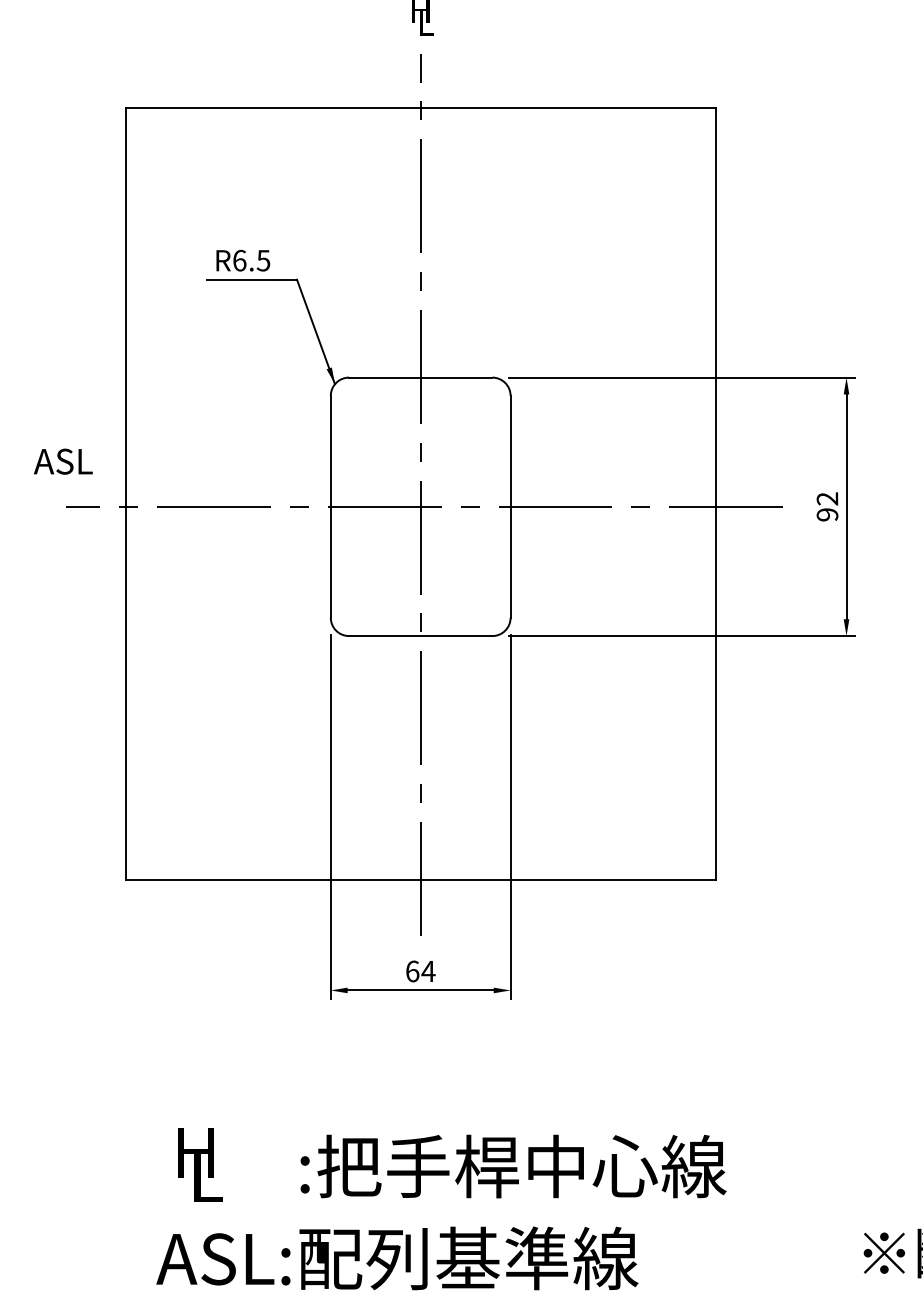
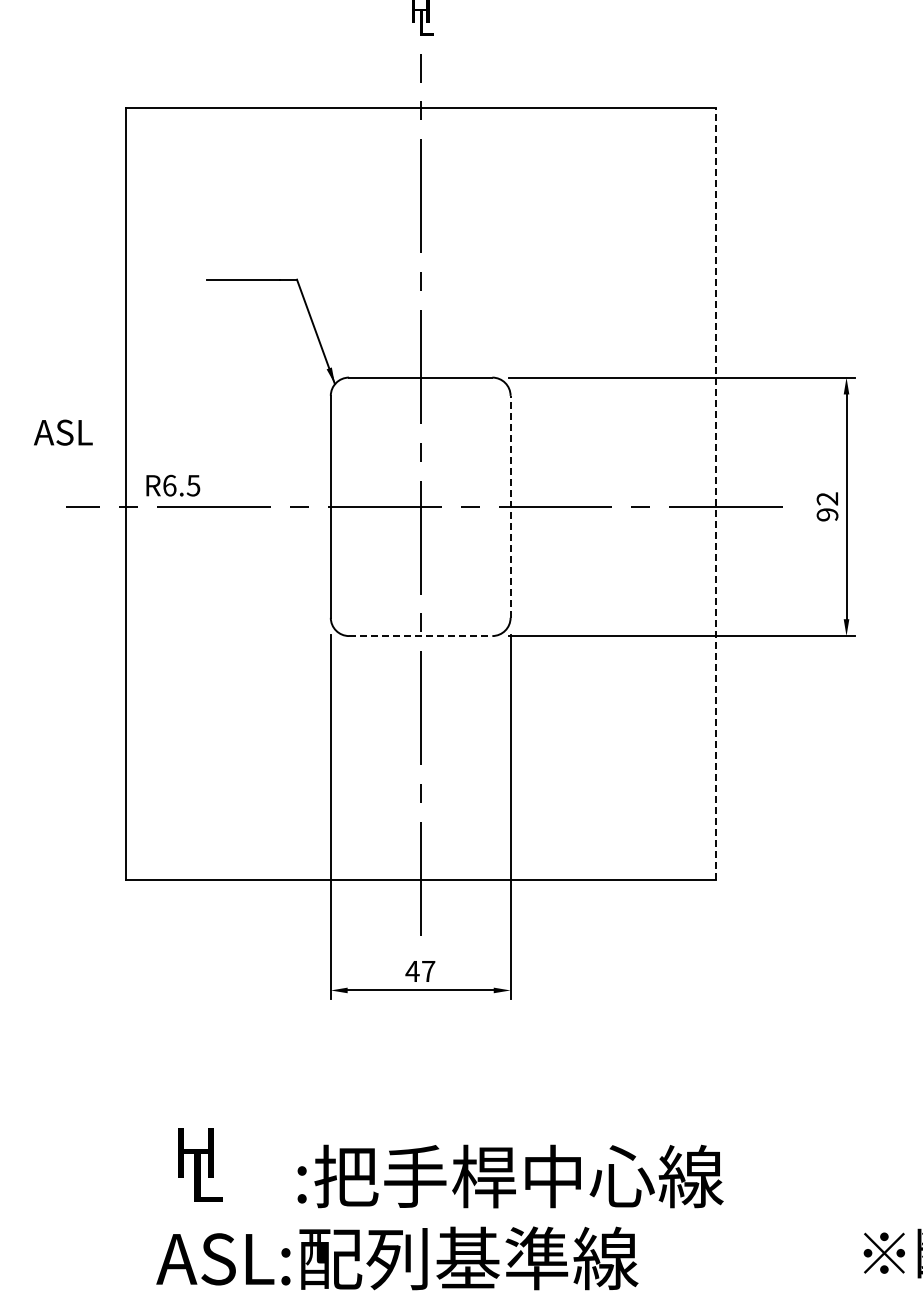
text at (243, 260) position: (243, 260) -> (173, 485)
text at (63, 461) position: (63, 461) -> (63, 432)
line at (715, 493): solid -> dashed
line at (510, 506): solid -> dashed
line at (420, 636): solid -> dashed
text at (420, 971): 64 -> 47
text at (513, 1166) position: (513, 1166) -> (510, 1176)
